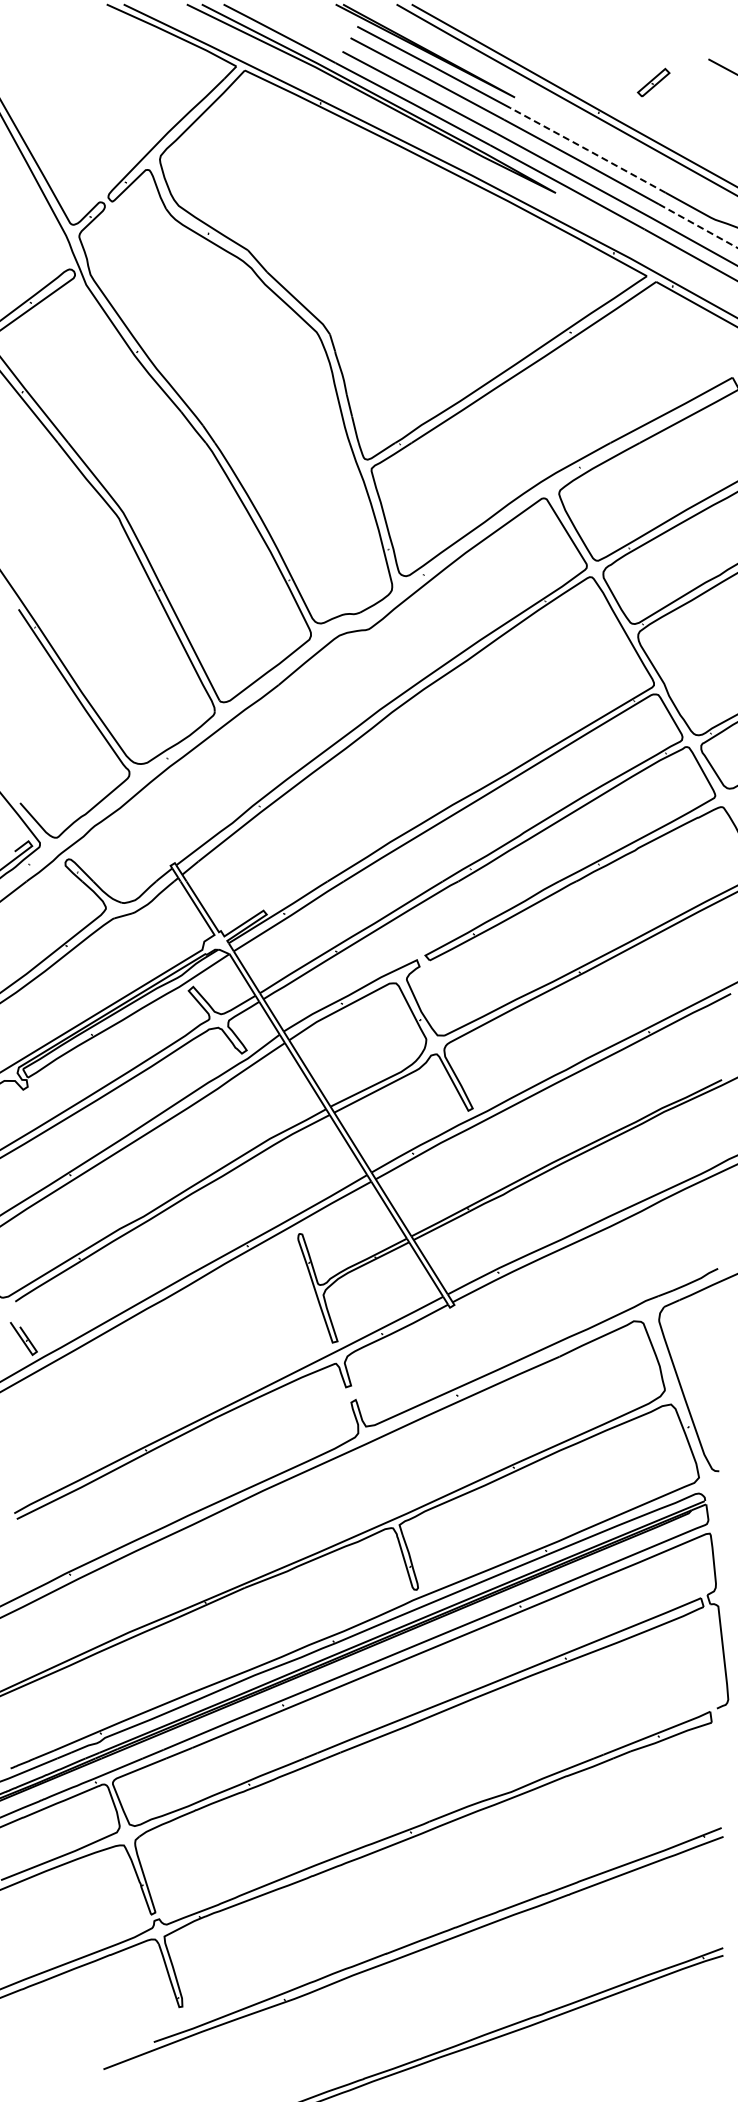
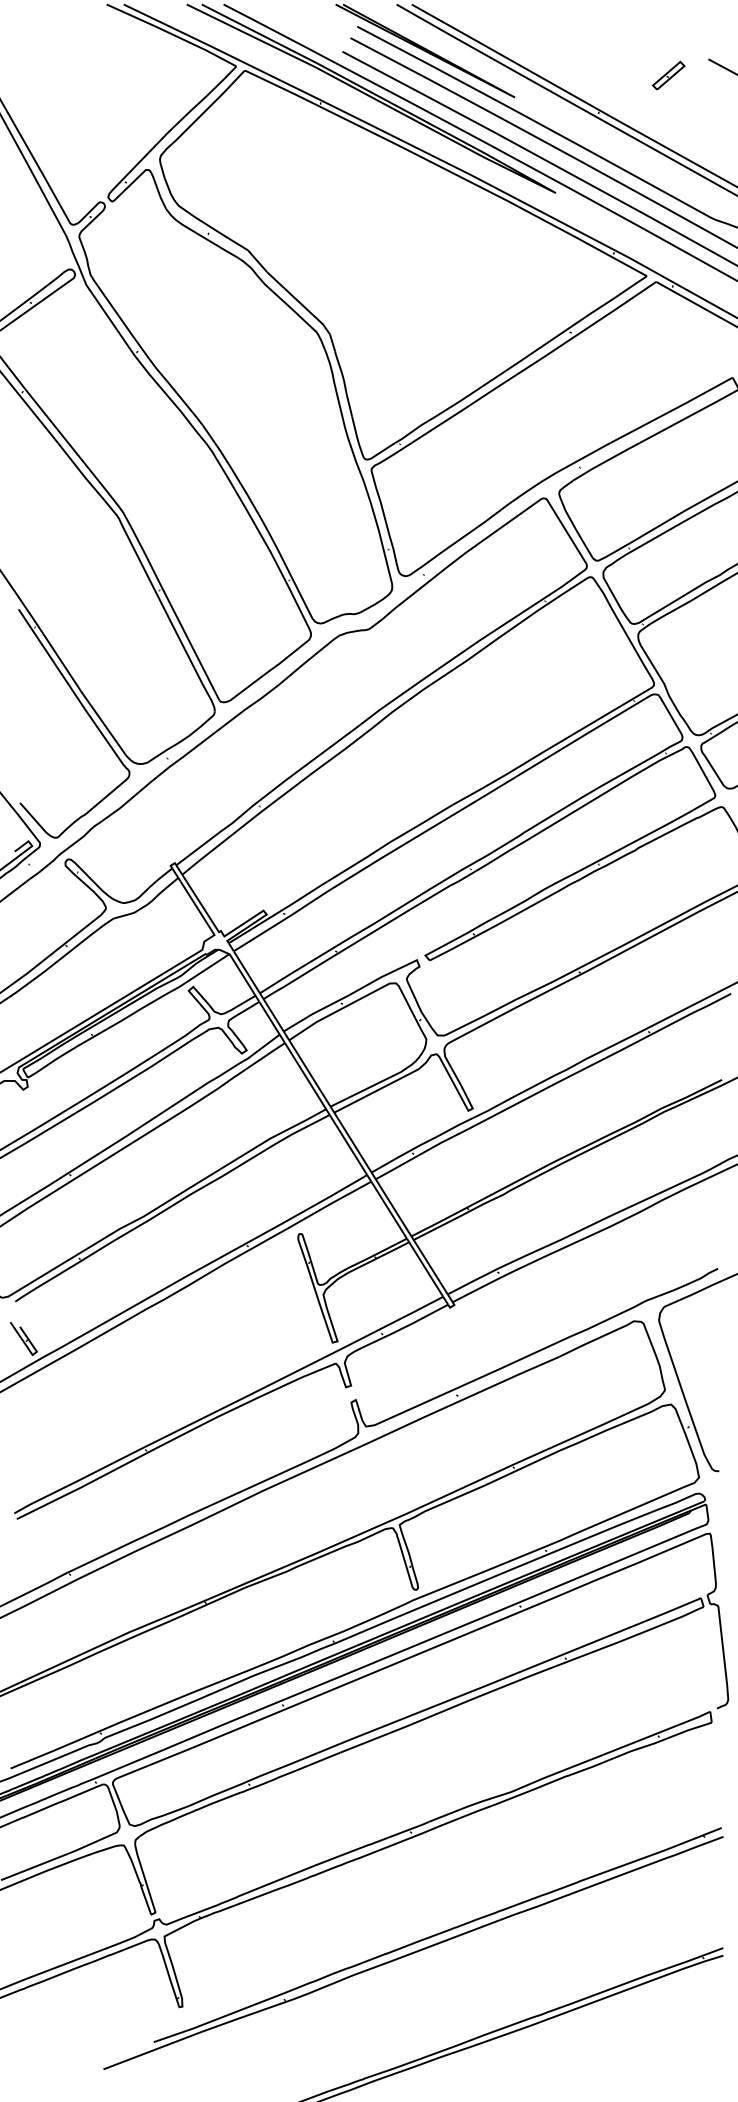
part at (653, 82) position: (653, 82) -> (668, 75)
line at (587, 150): dashed -> solid
line at (698, 226): dashed -> solid
